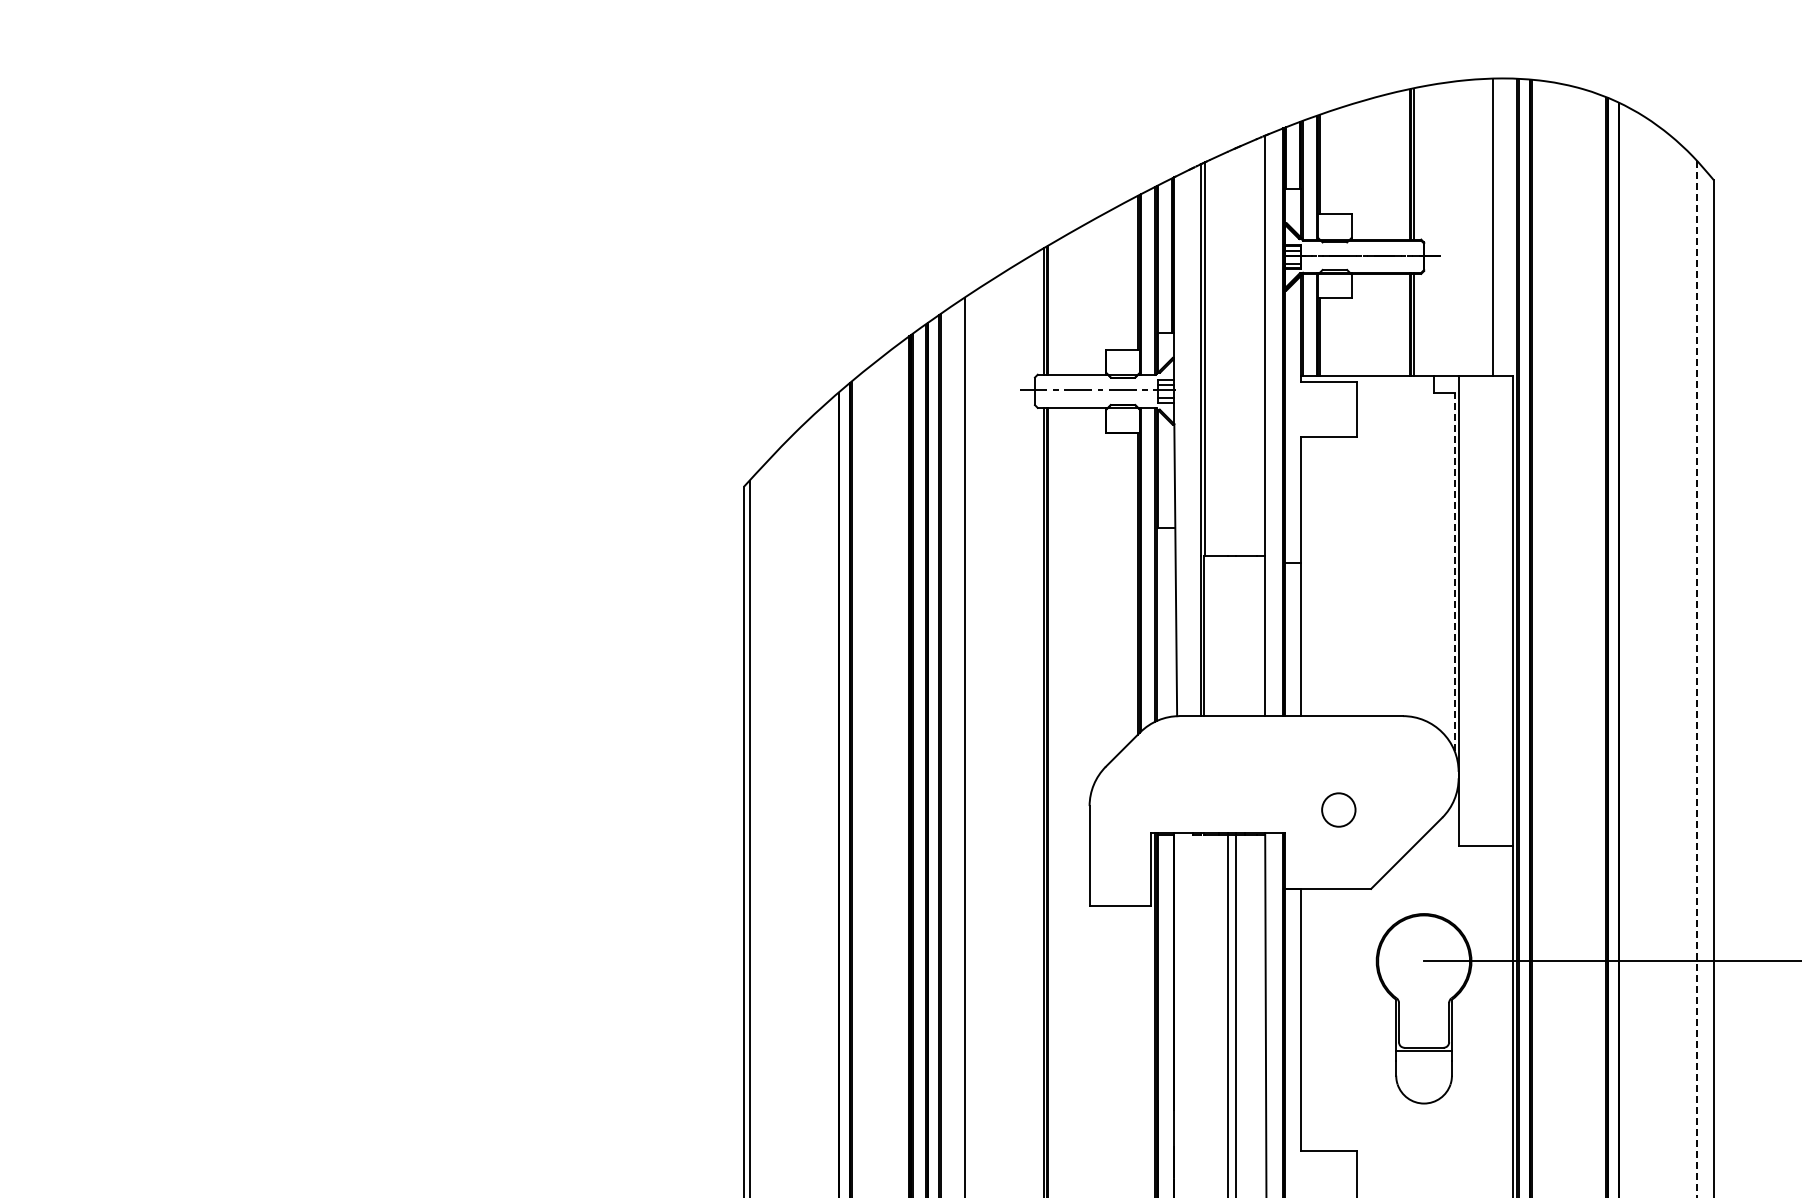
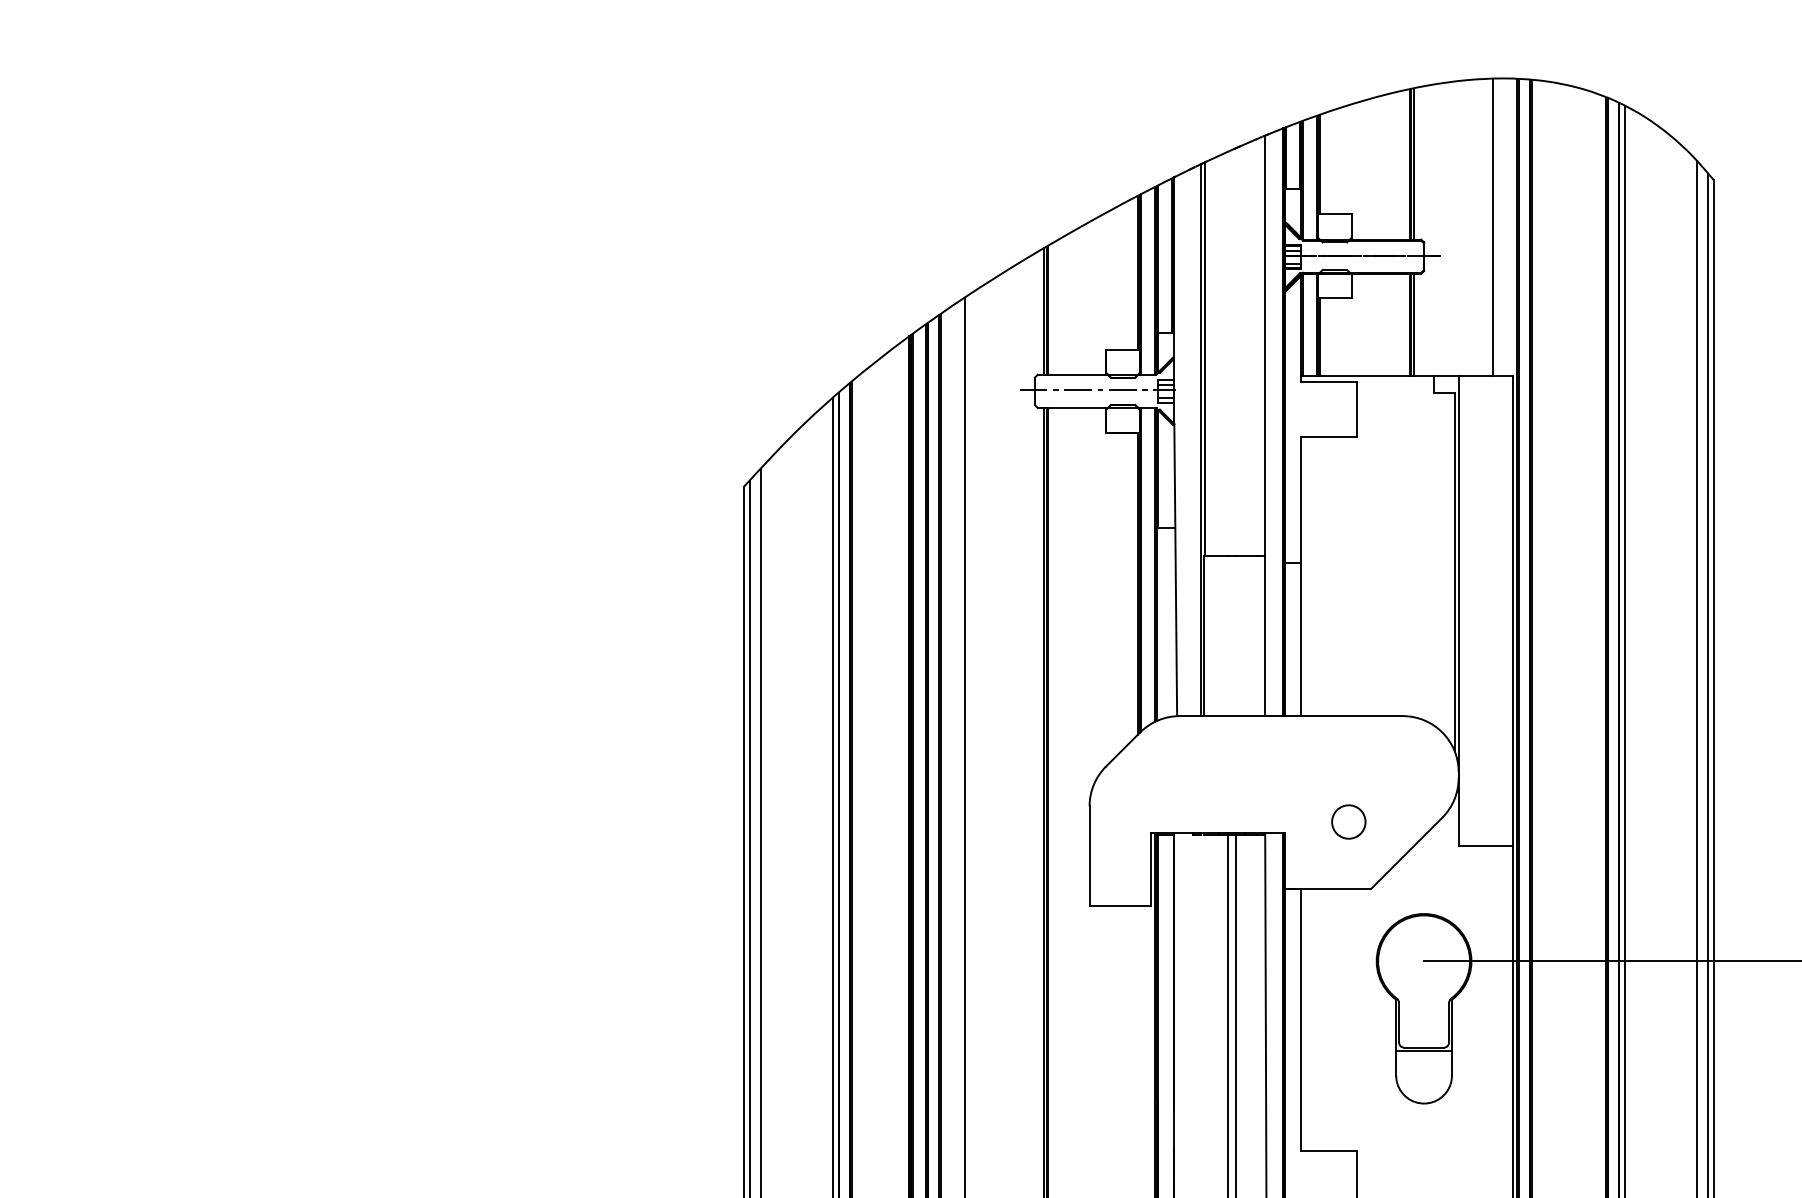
line at (1454, 571): dashed -> solid
line at (1624, 650): none -> present
line at (1697, 680): dashed -> solid
line at (1708, 684): none -> present
line at (833, 796): none -> present
circle at (1338, 809) position: (1338, 809) -> (1348, 821)
line at (760, 831): none -> present
